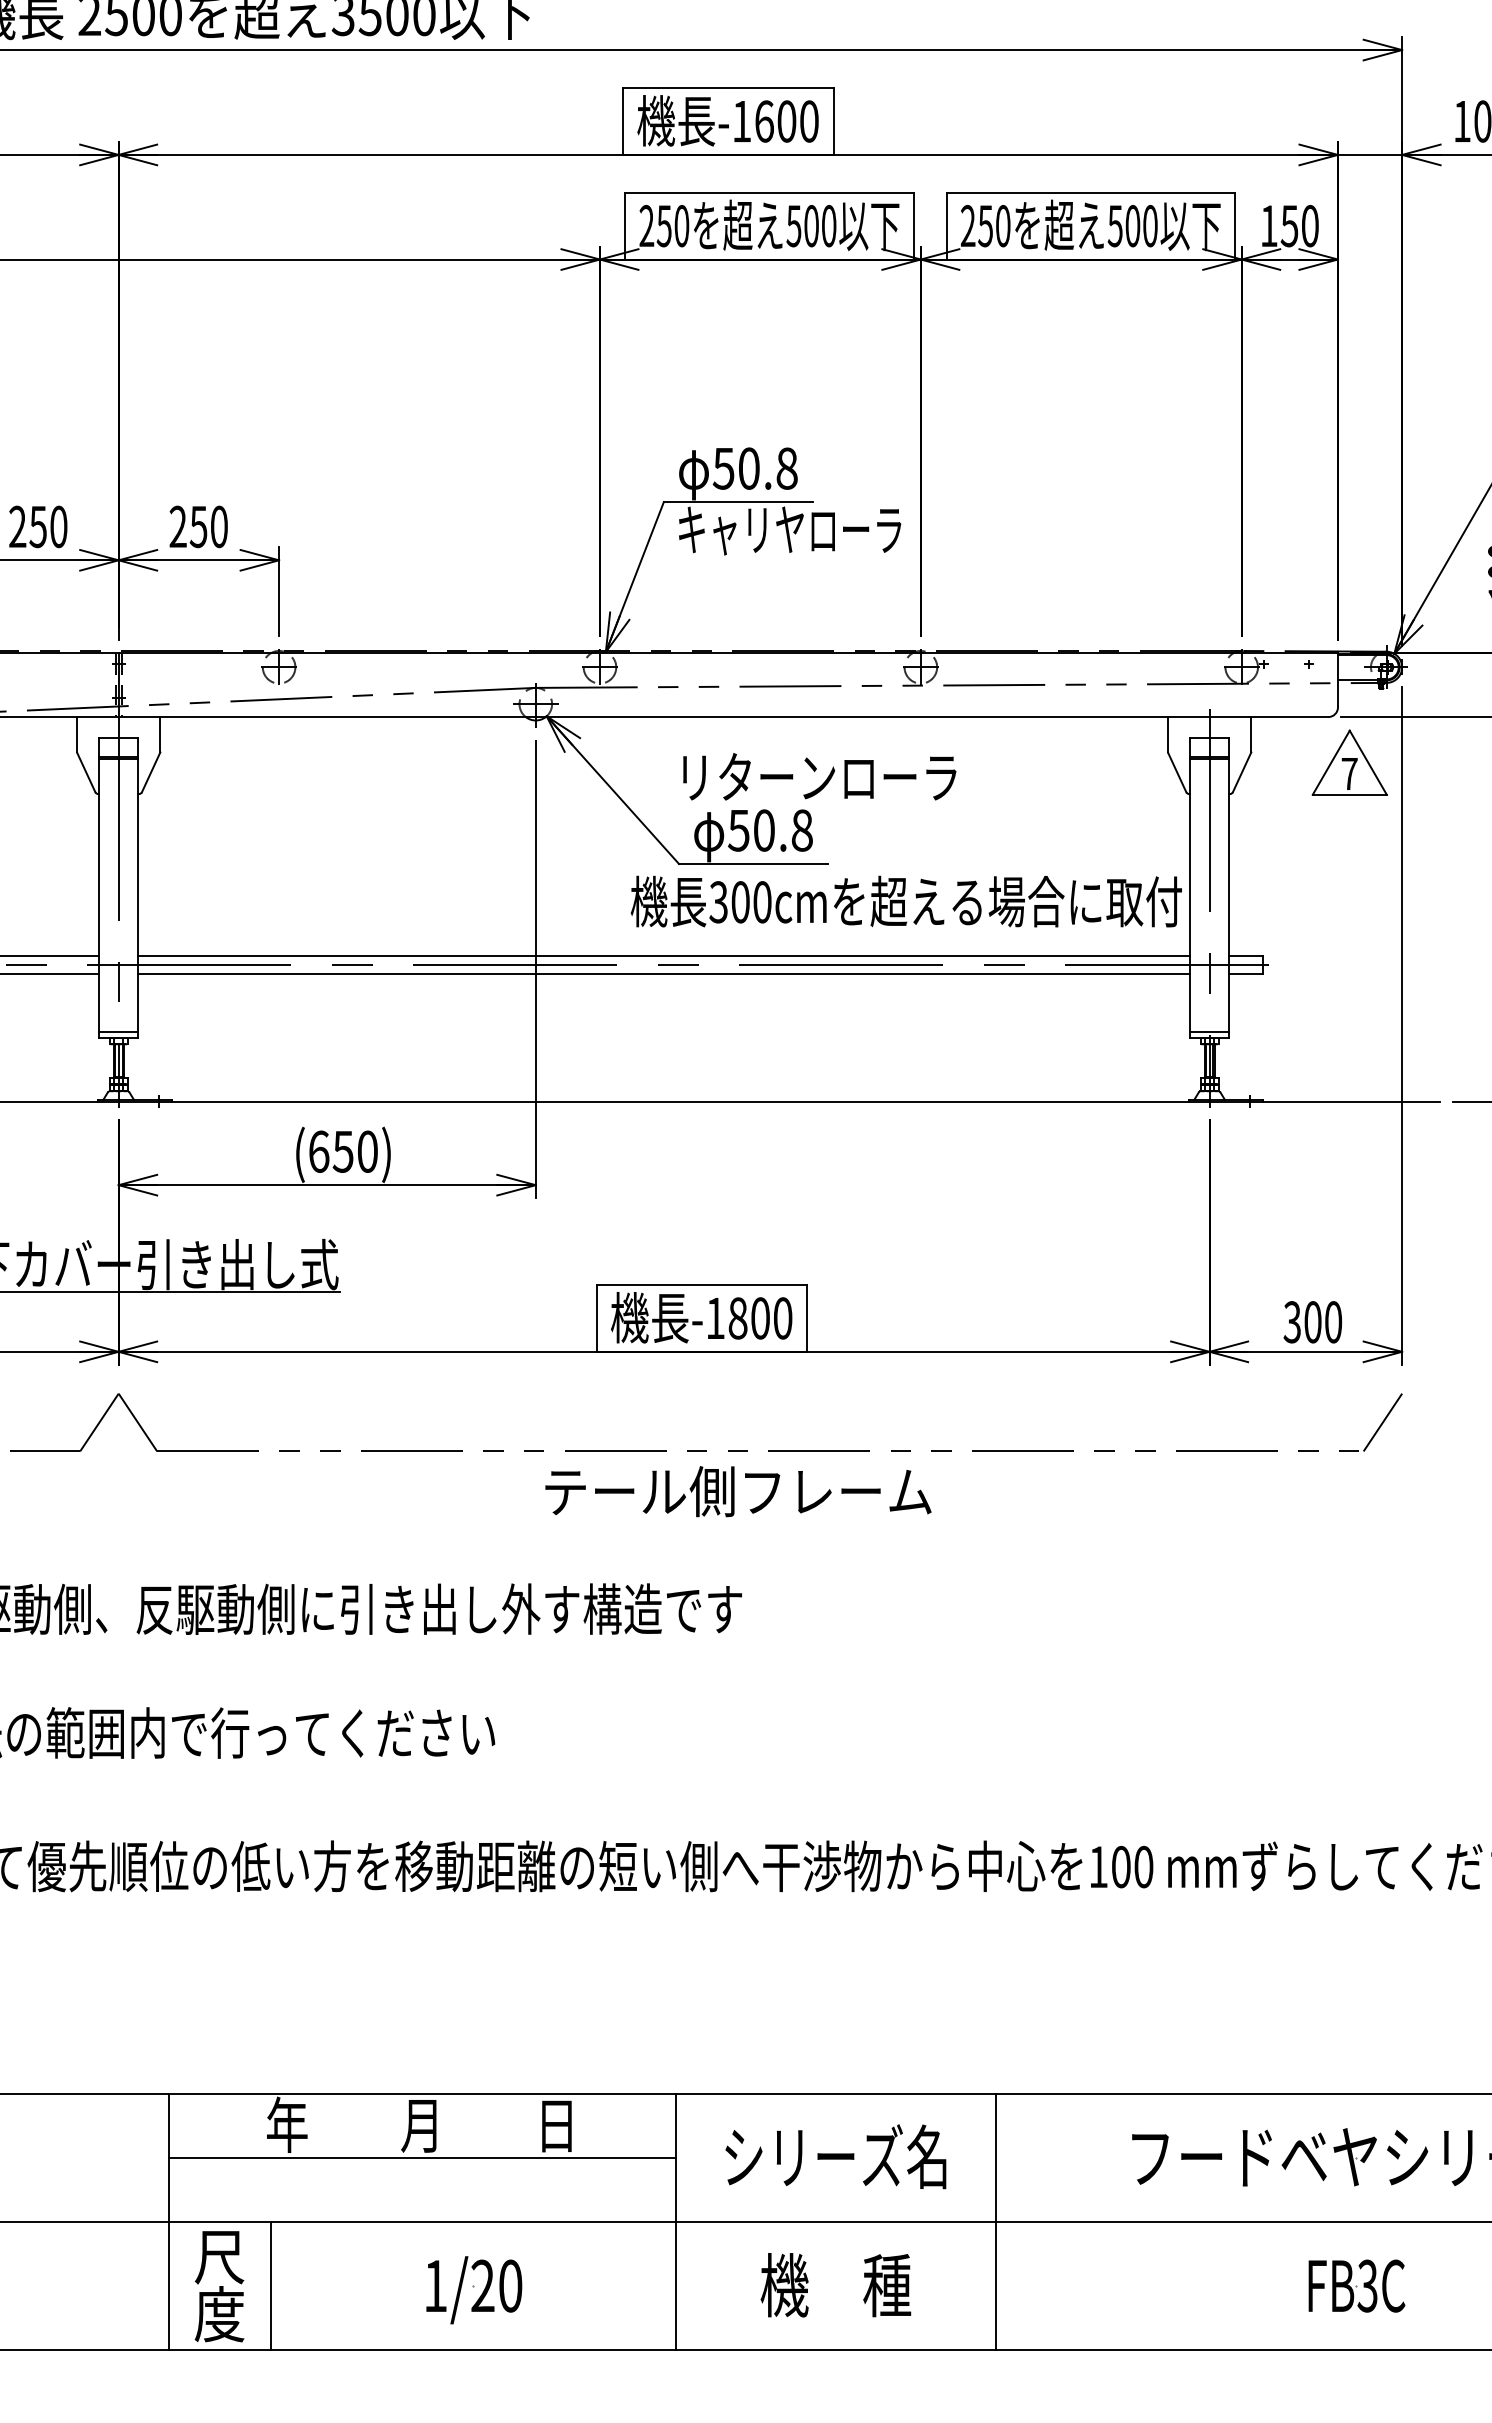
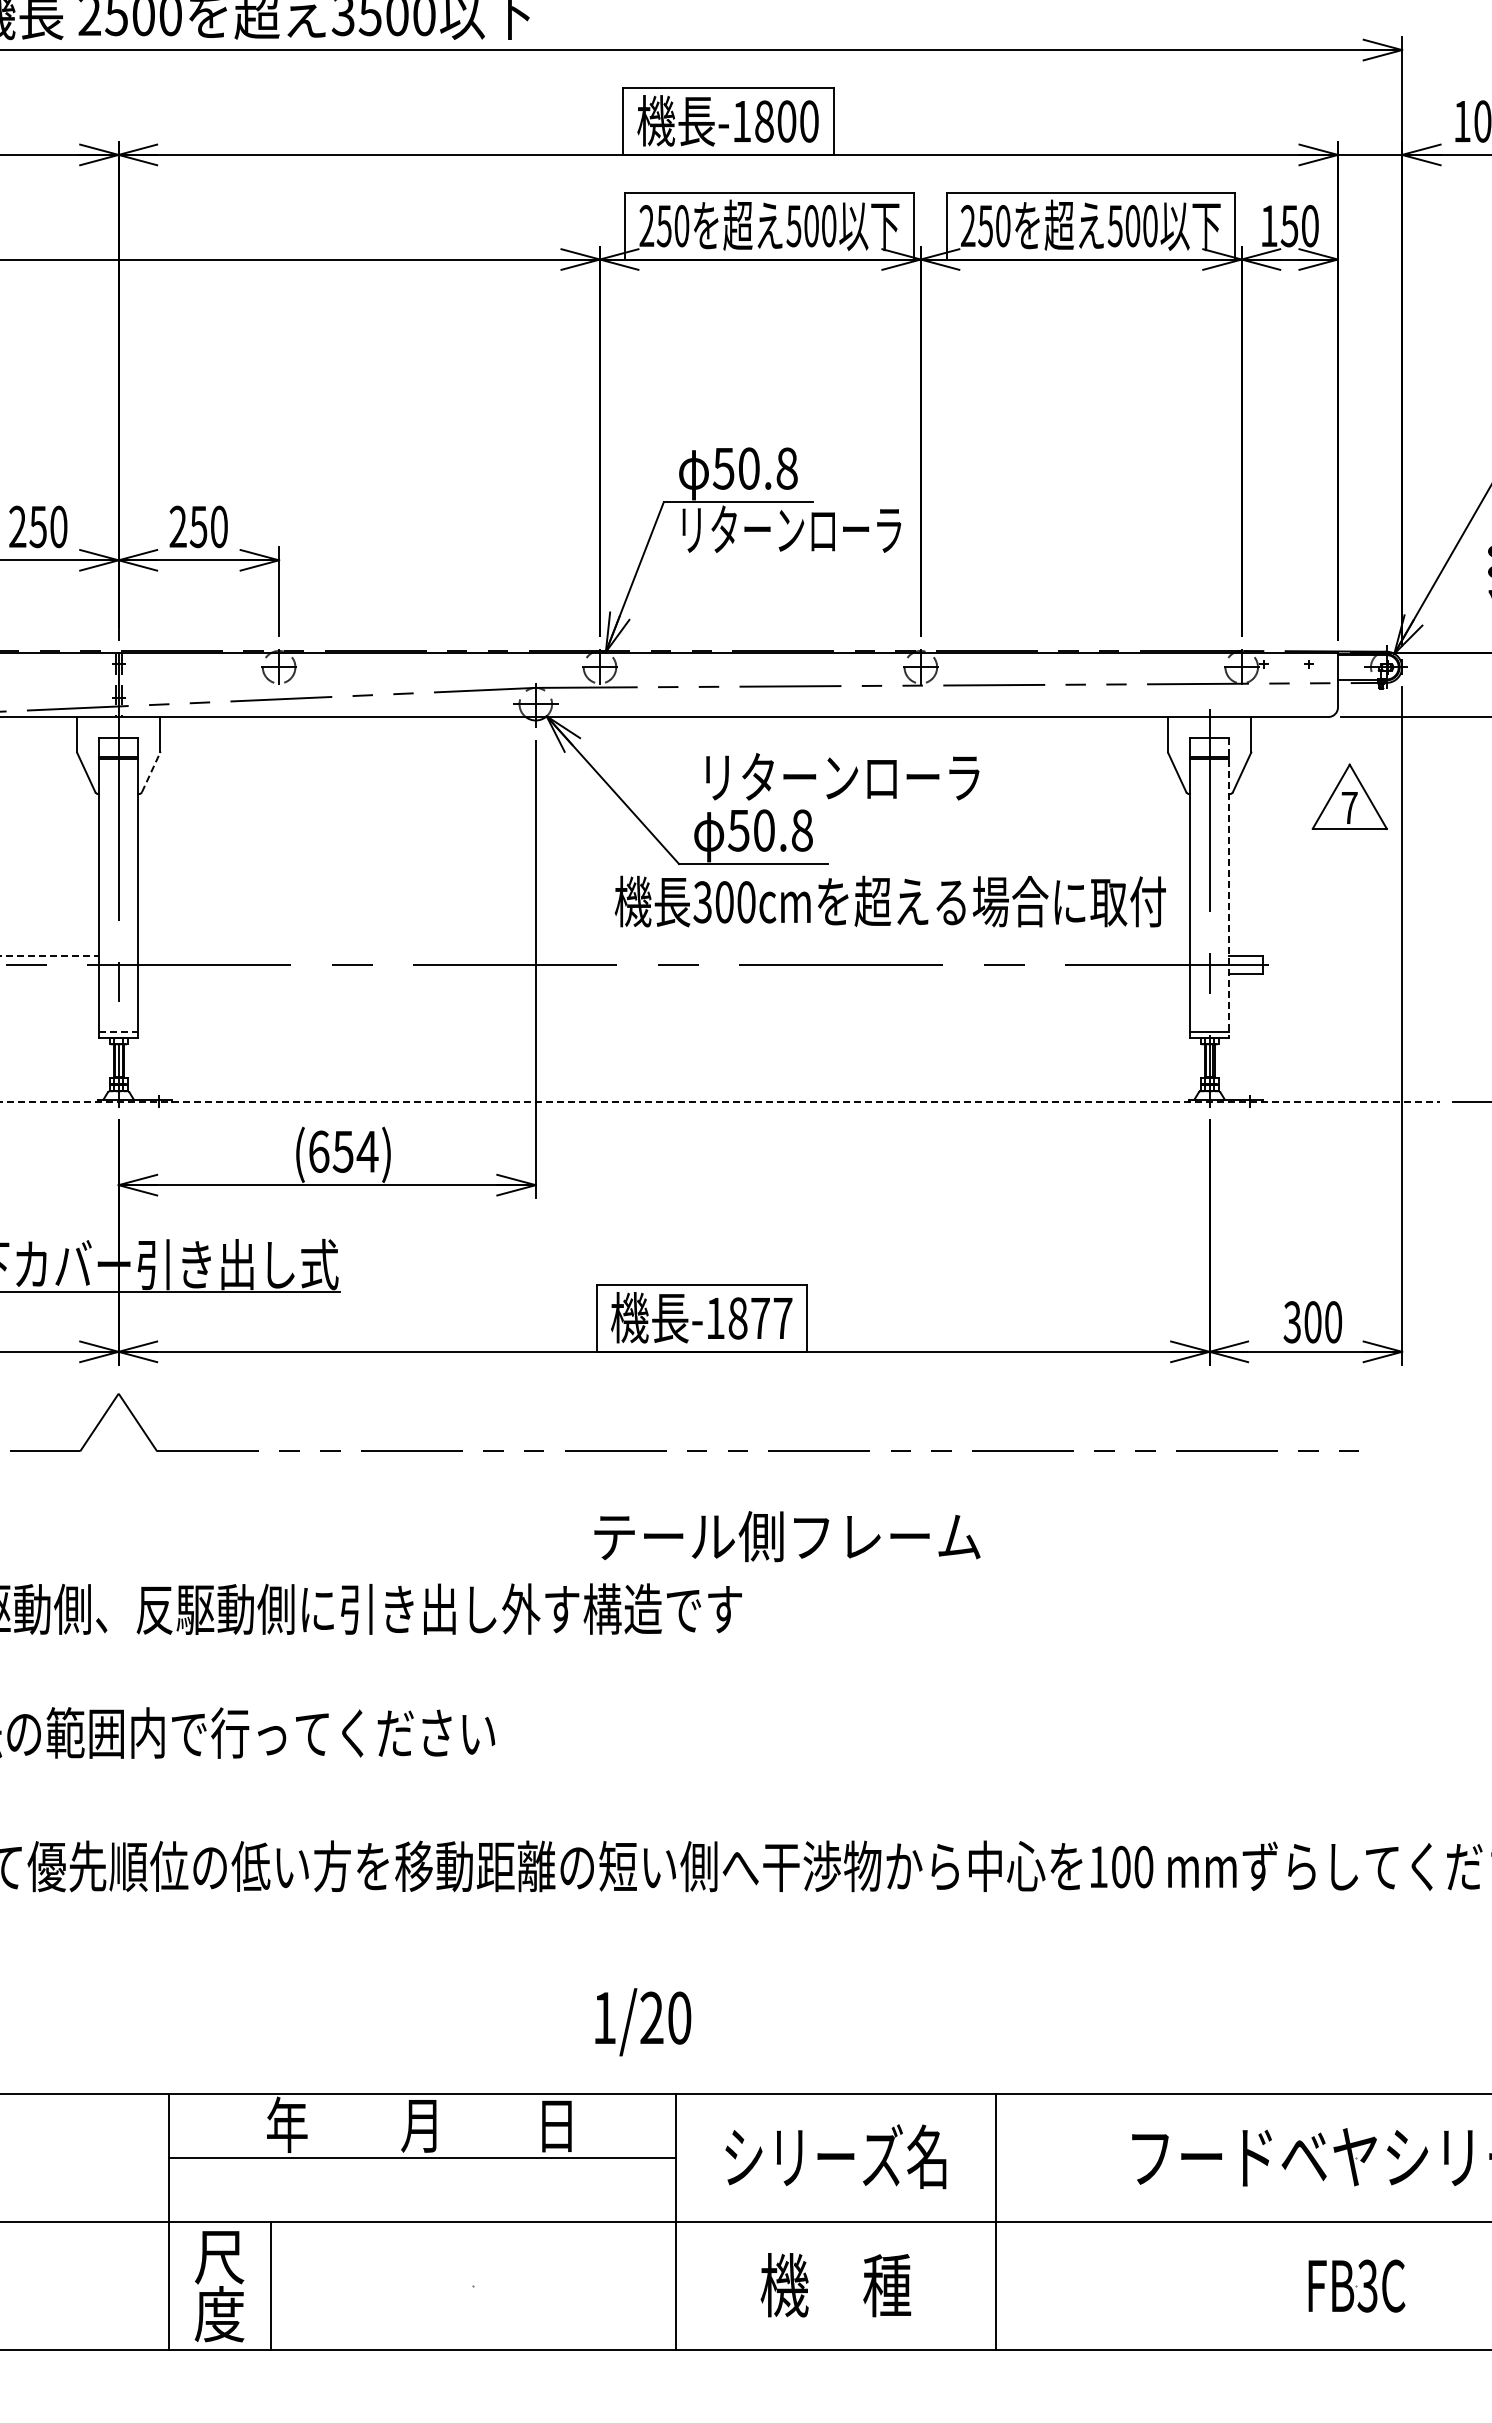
text at (764, 121): -1600 -> -1800
text at (741, 530): キャリヤローラ -> リターンローラ
part at (1349, 762) position: (1349, 762) -> (1349, 796)
line at (151, 772): solid -> dashed
text at (819, 776) position: (819, 776) -> (842, 776)
line at (1228, 888): solid -> dashed
text at (905, 901) position: (905, 901) -> (889, 901)
line at (50, 956): solid -> dashed
line at (663, 956): present -> none
line at (50, 973): present -> none
line at (663, 973): present -> none
line at (119, 1032): solid -> dashed
line at (720, 1102): solid -> dashed
text at (367, 1151): (650) -> (654)
text at (771, 1318): -1800 -> -1877
line at (1382, 1422): present -> none
text at (738, 1491) position: (738, 1491) -> (787, 1536)
text at (474, 2290) position: (474, 2290) -> (643, 2022)
